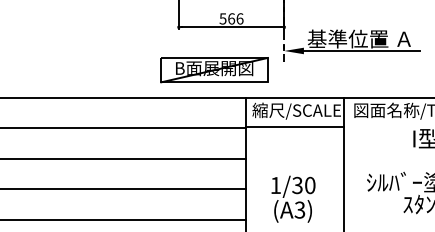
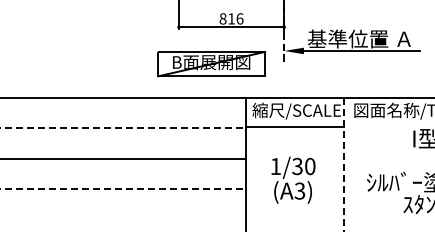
text at (227, 18): 566 -> 816
part at (214, 70) position: (214, 70) -> (211, 64)
line at (123, 128): solid -> dashed
line at (344, 164): solid -> dashed
line at (123, 188): solid -> dashed
text at (293, 198) position: (293, 198) -> (293, 179)
line at (124, 219): present -> none
